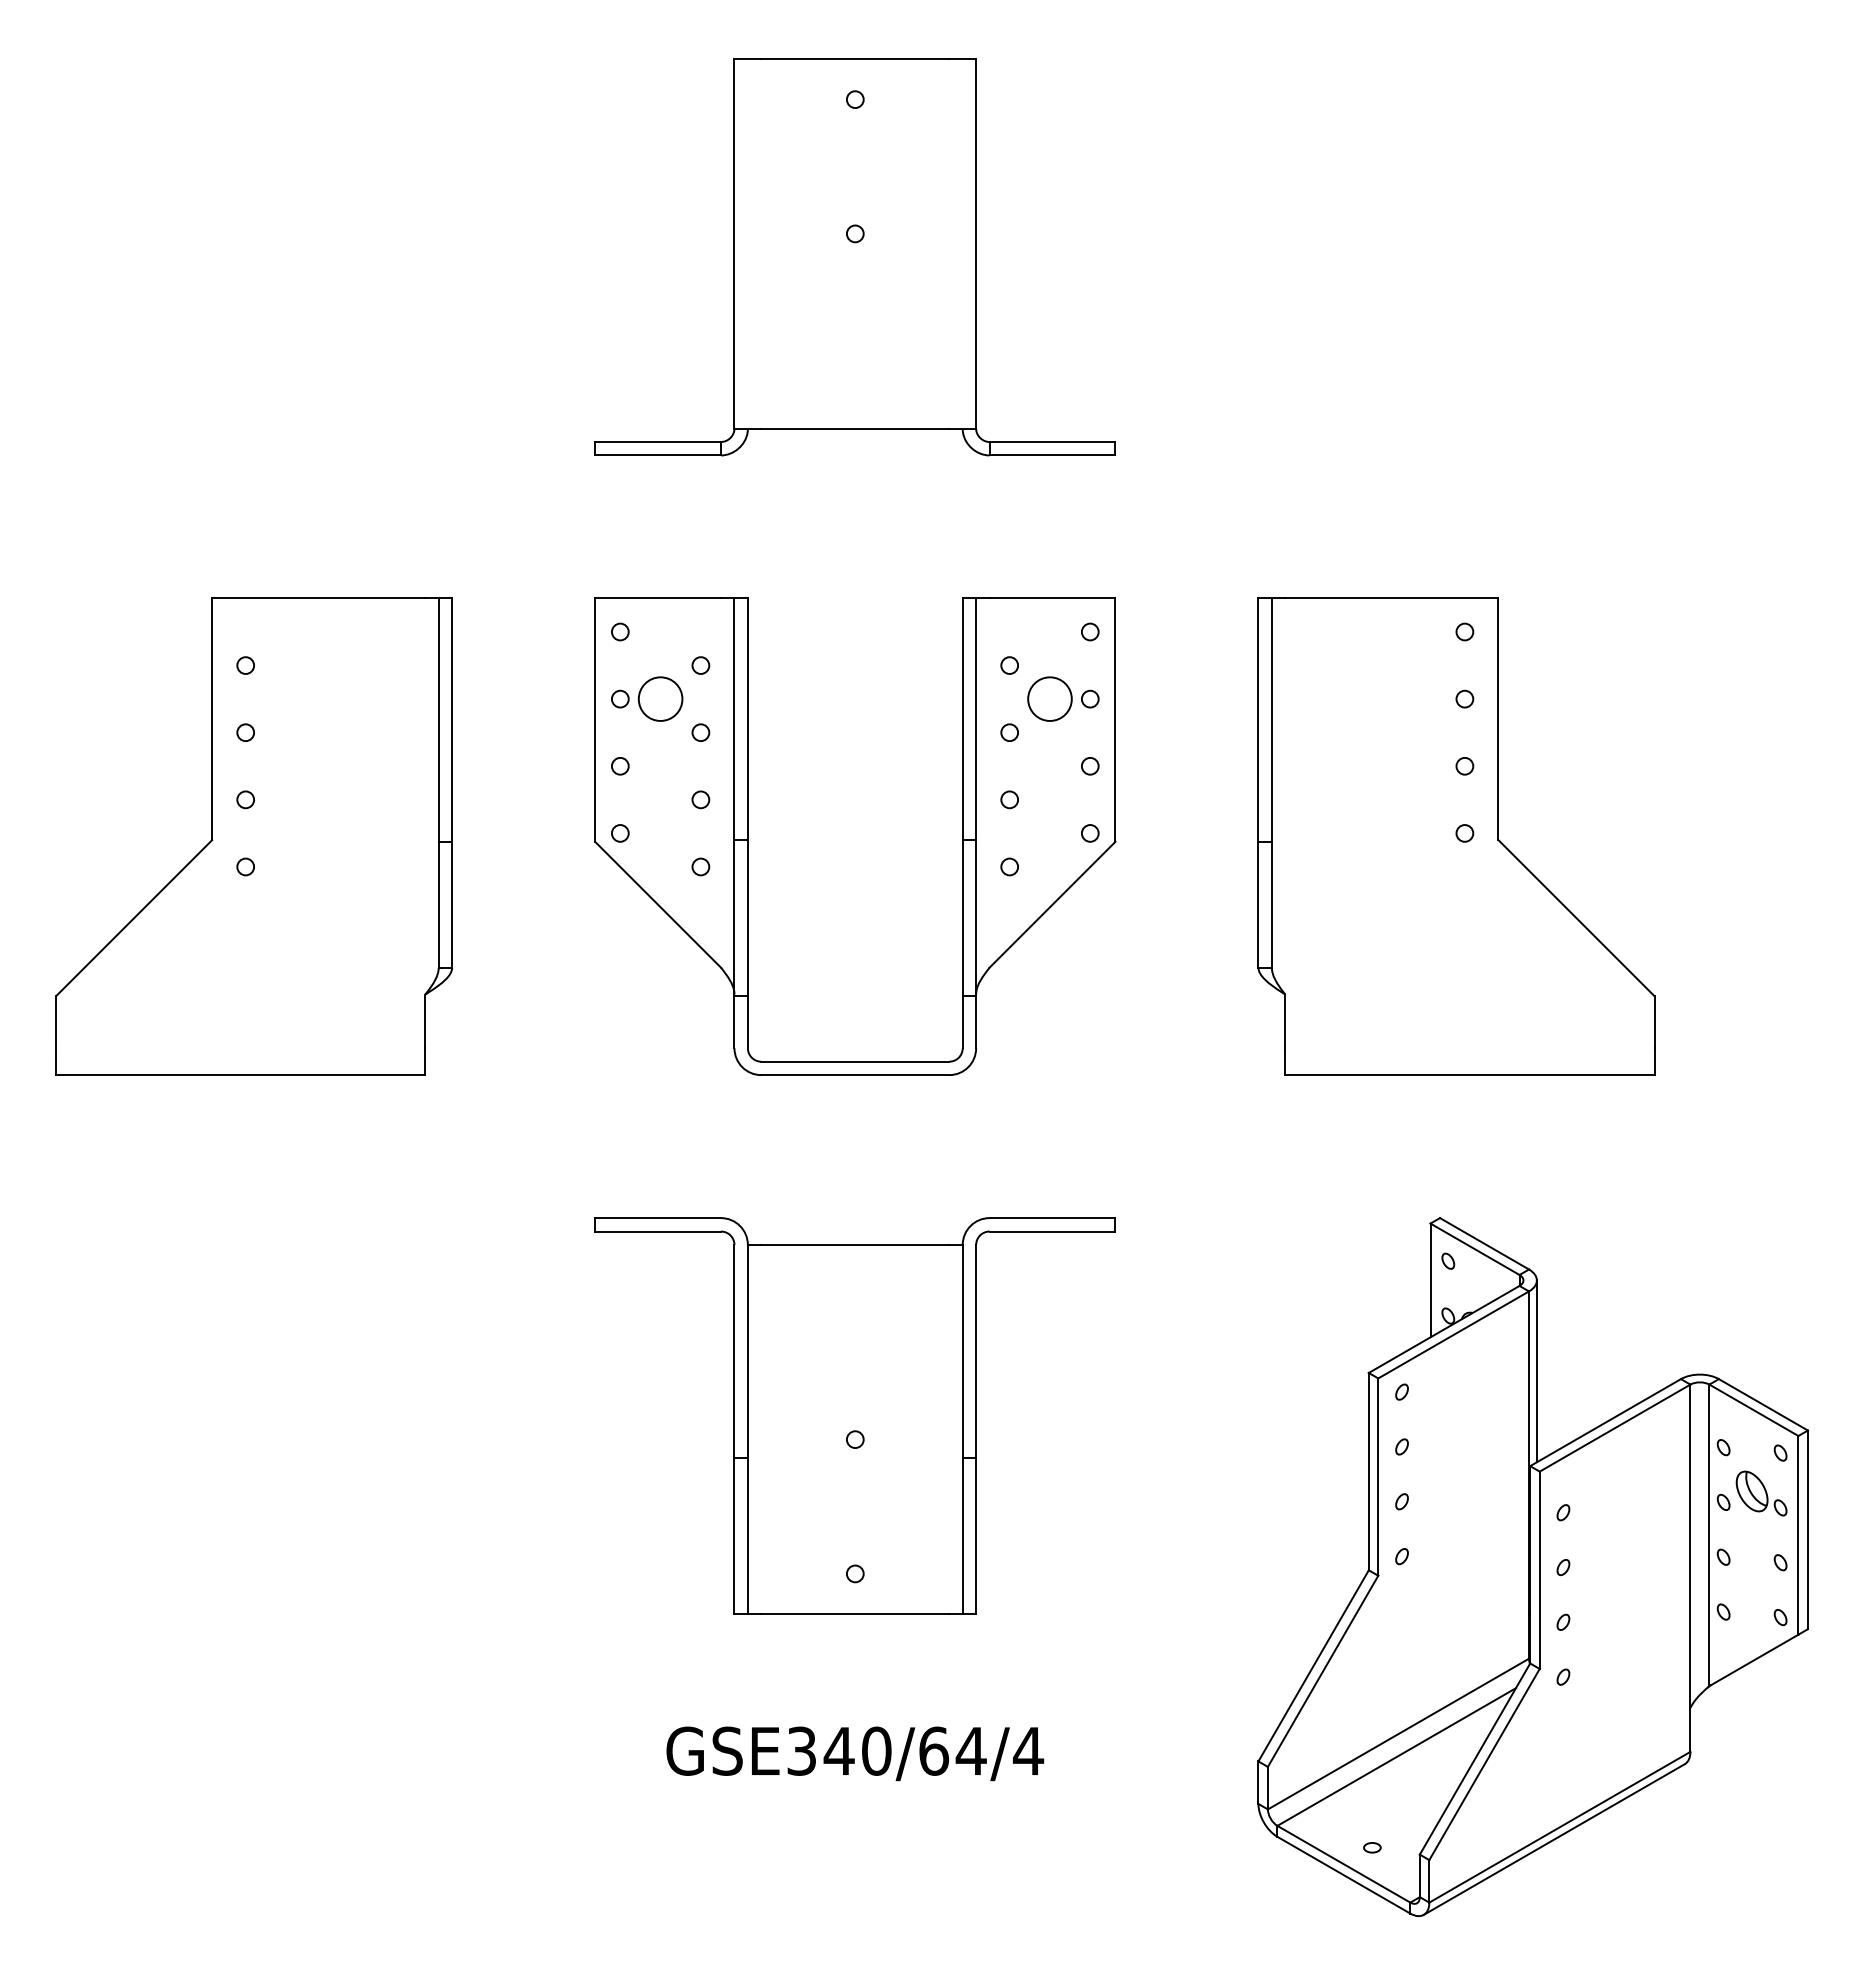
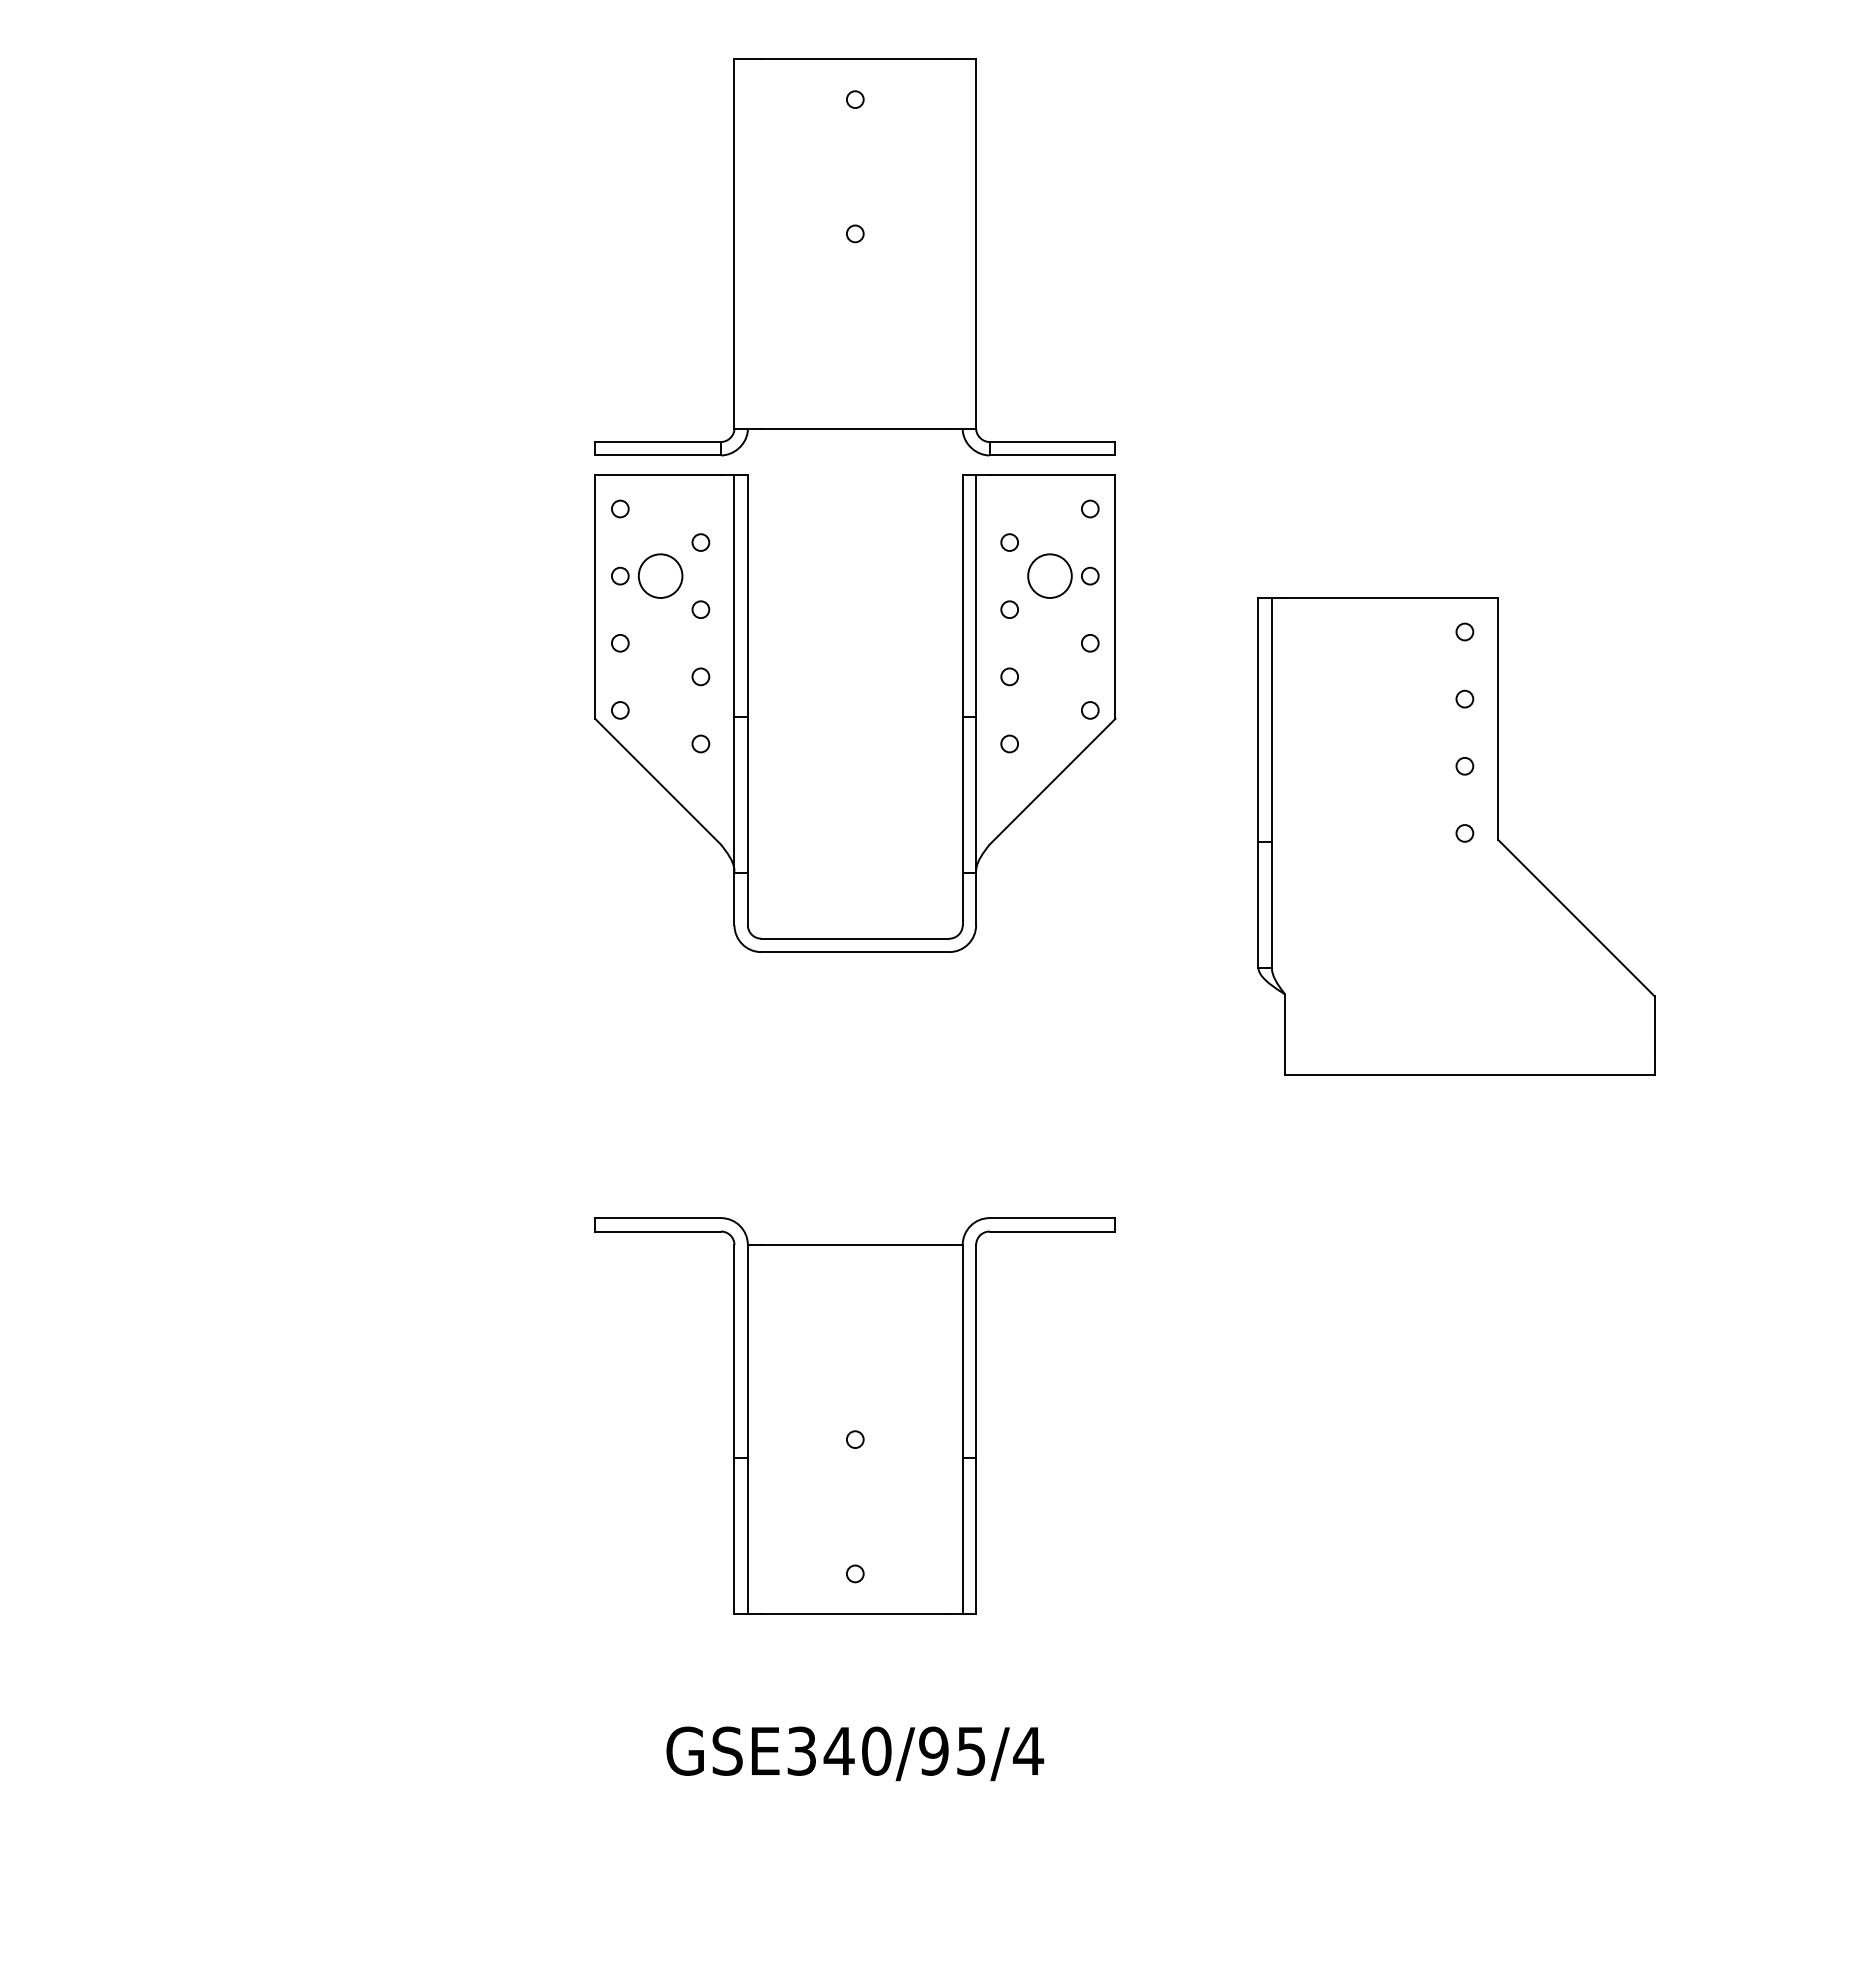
part at (253, 836): present -> none
part at (748, 836) position: (748, 836) -> (748, 713)
part at (1533, 1567): present -> none
text at (952, 1750): GSE340/64/4 -> GSE340/95/4
